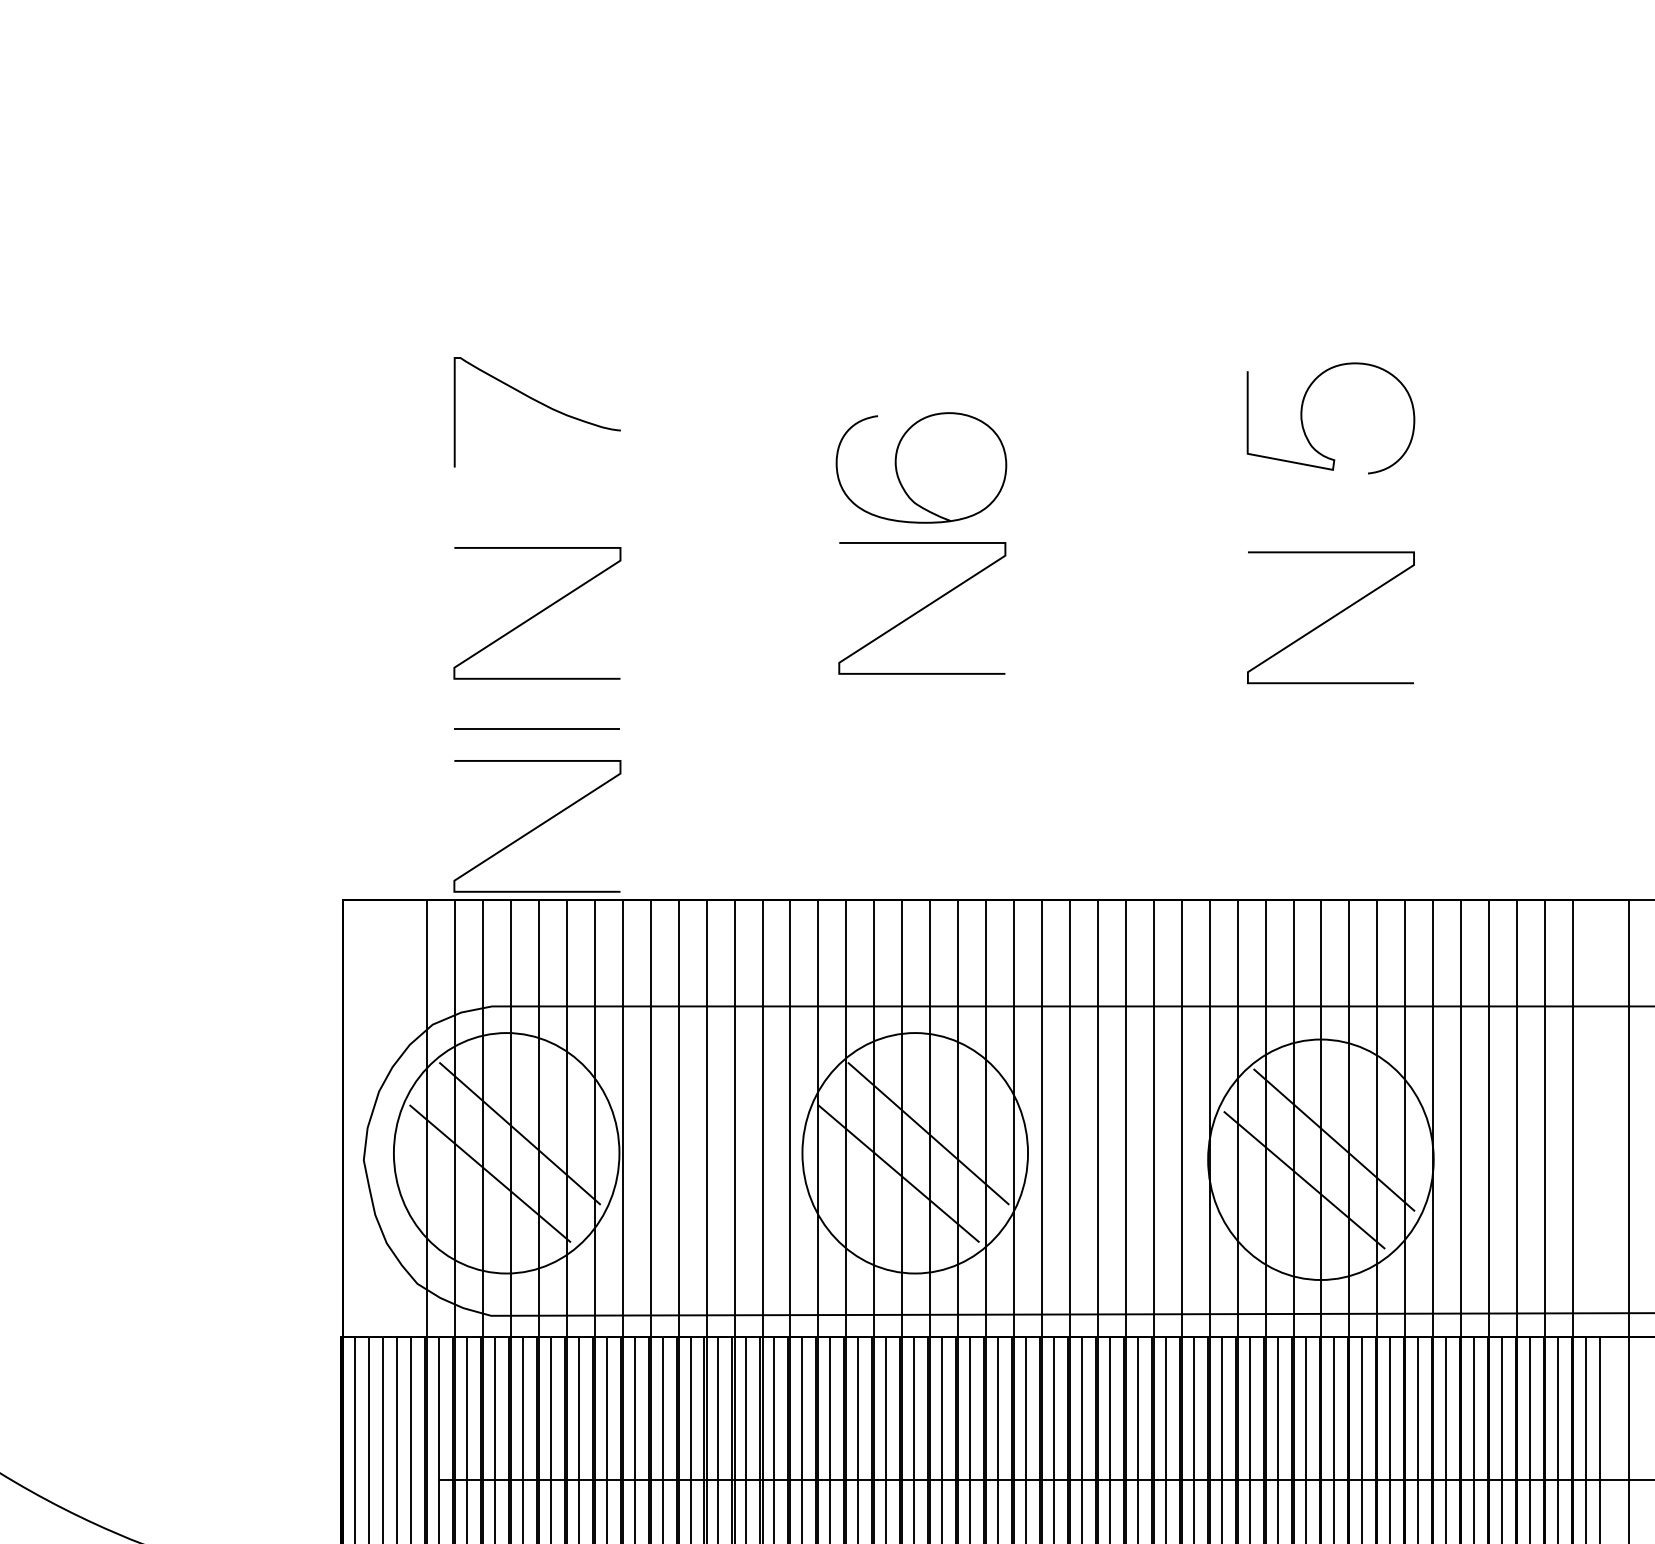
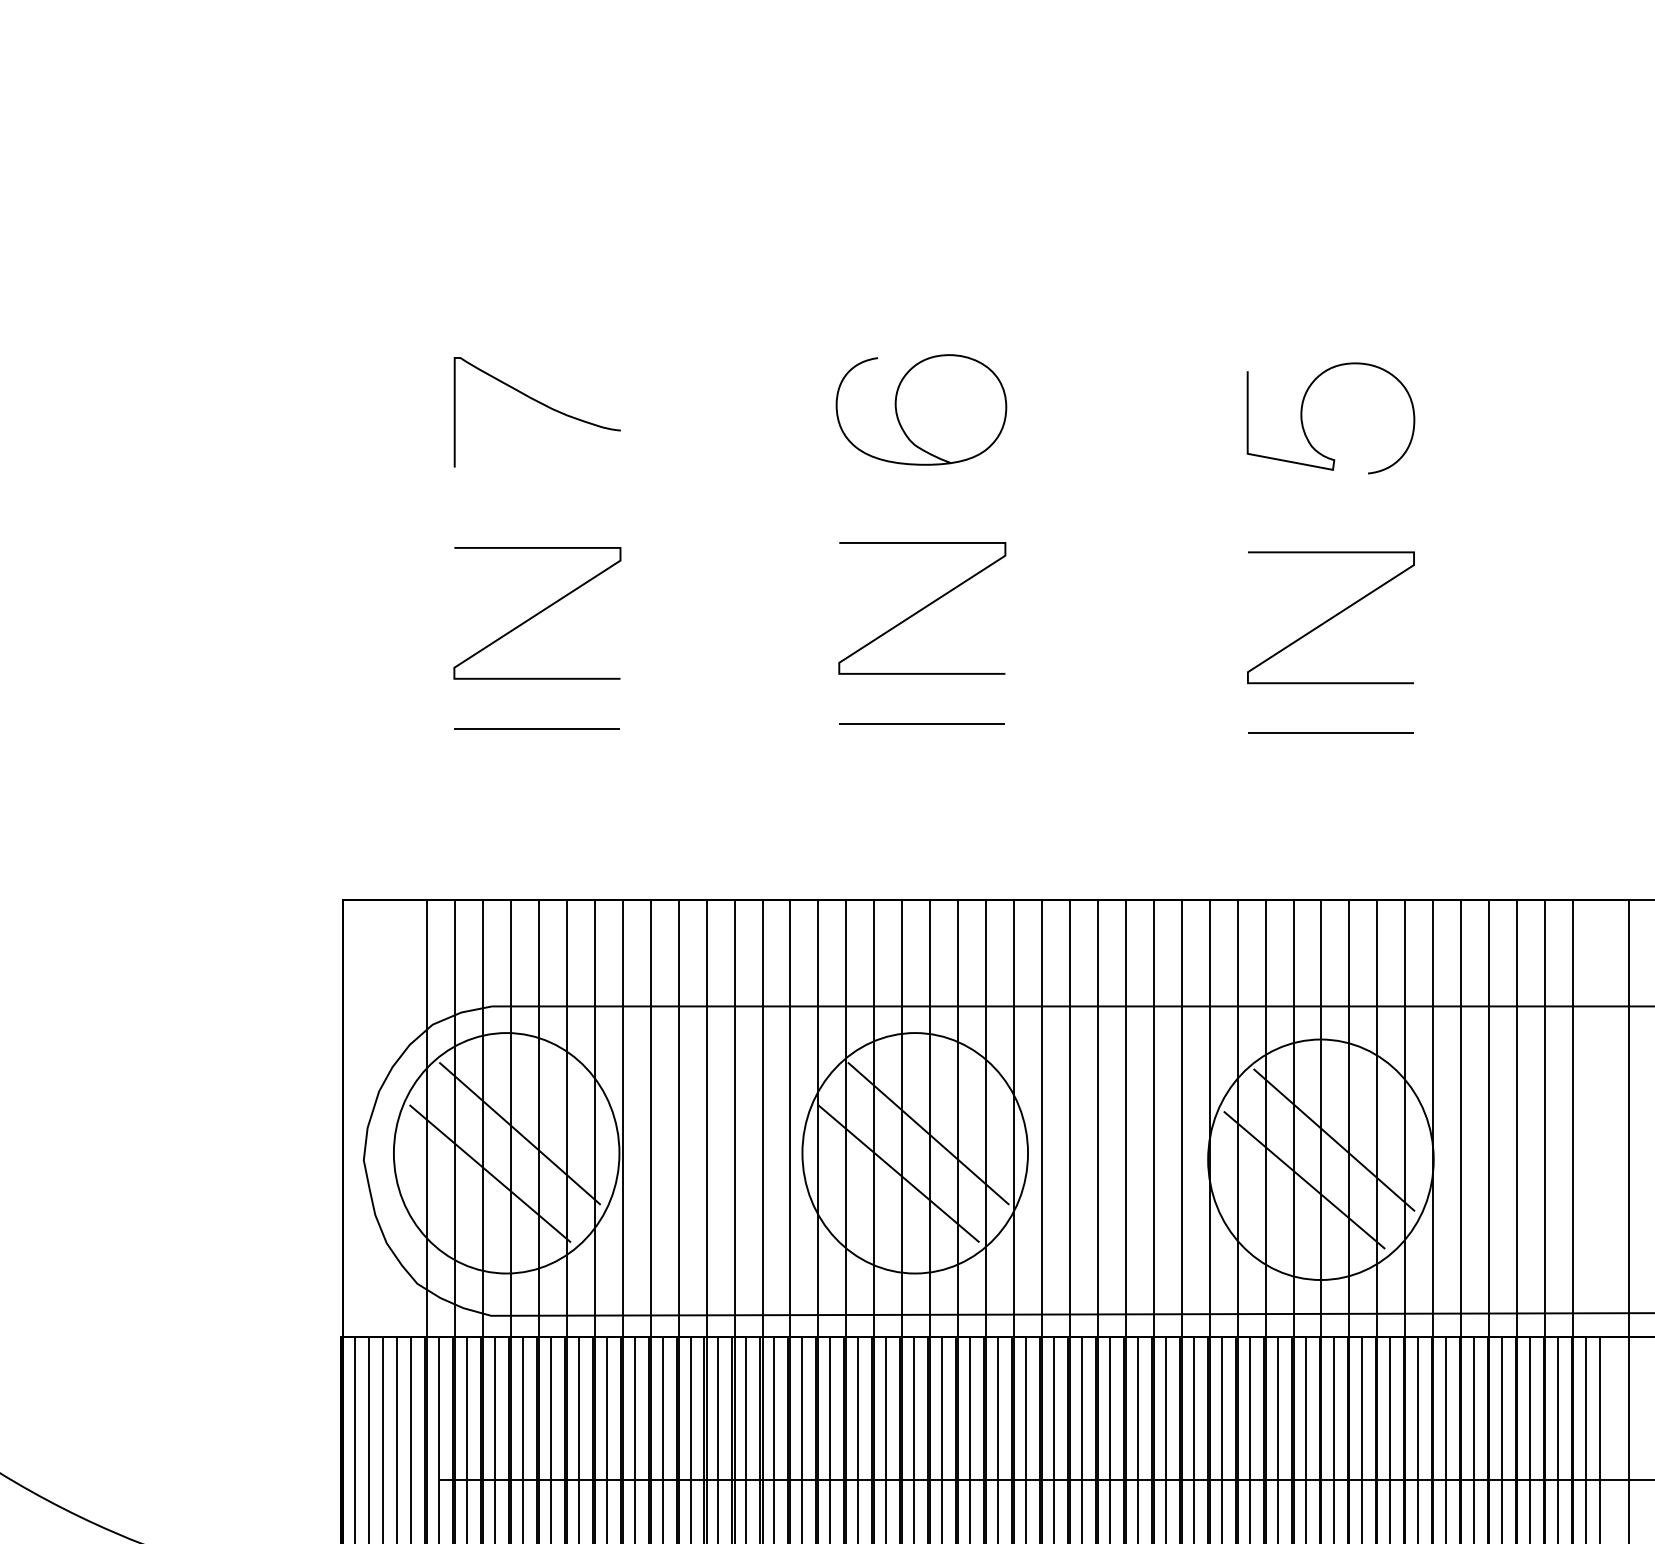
curve at (897, 468) position: (897, 468) -> (897, 410)
line at (921, 723): none -> present
line at (1330, 732): none -> present
curve at (537, 826): present -> none
